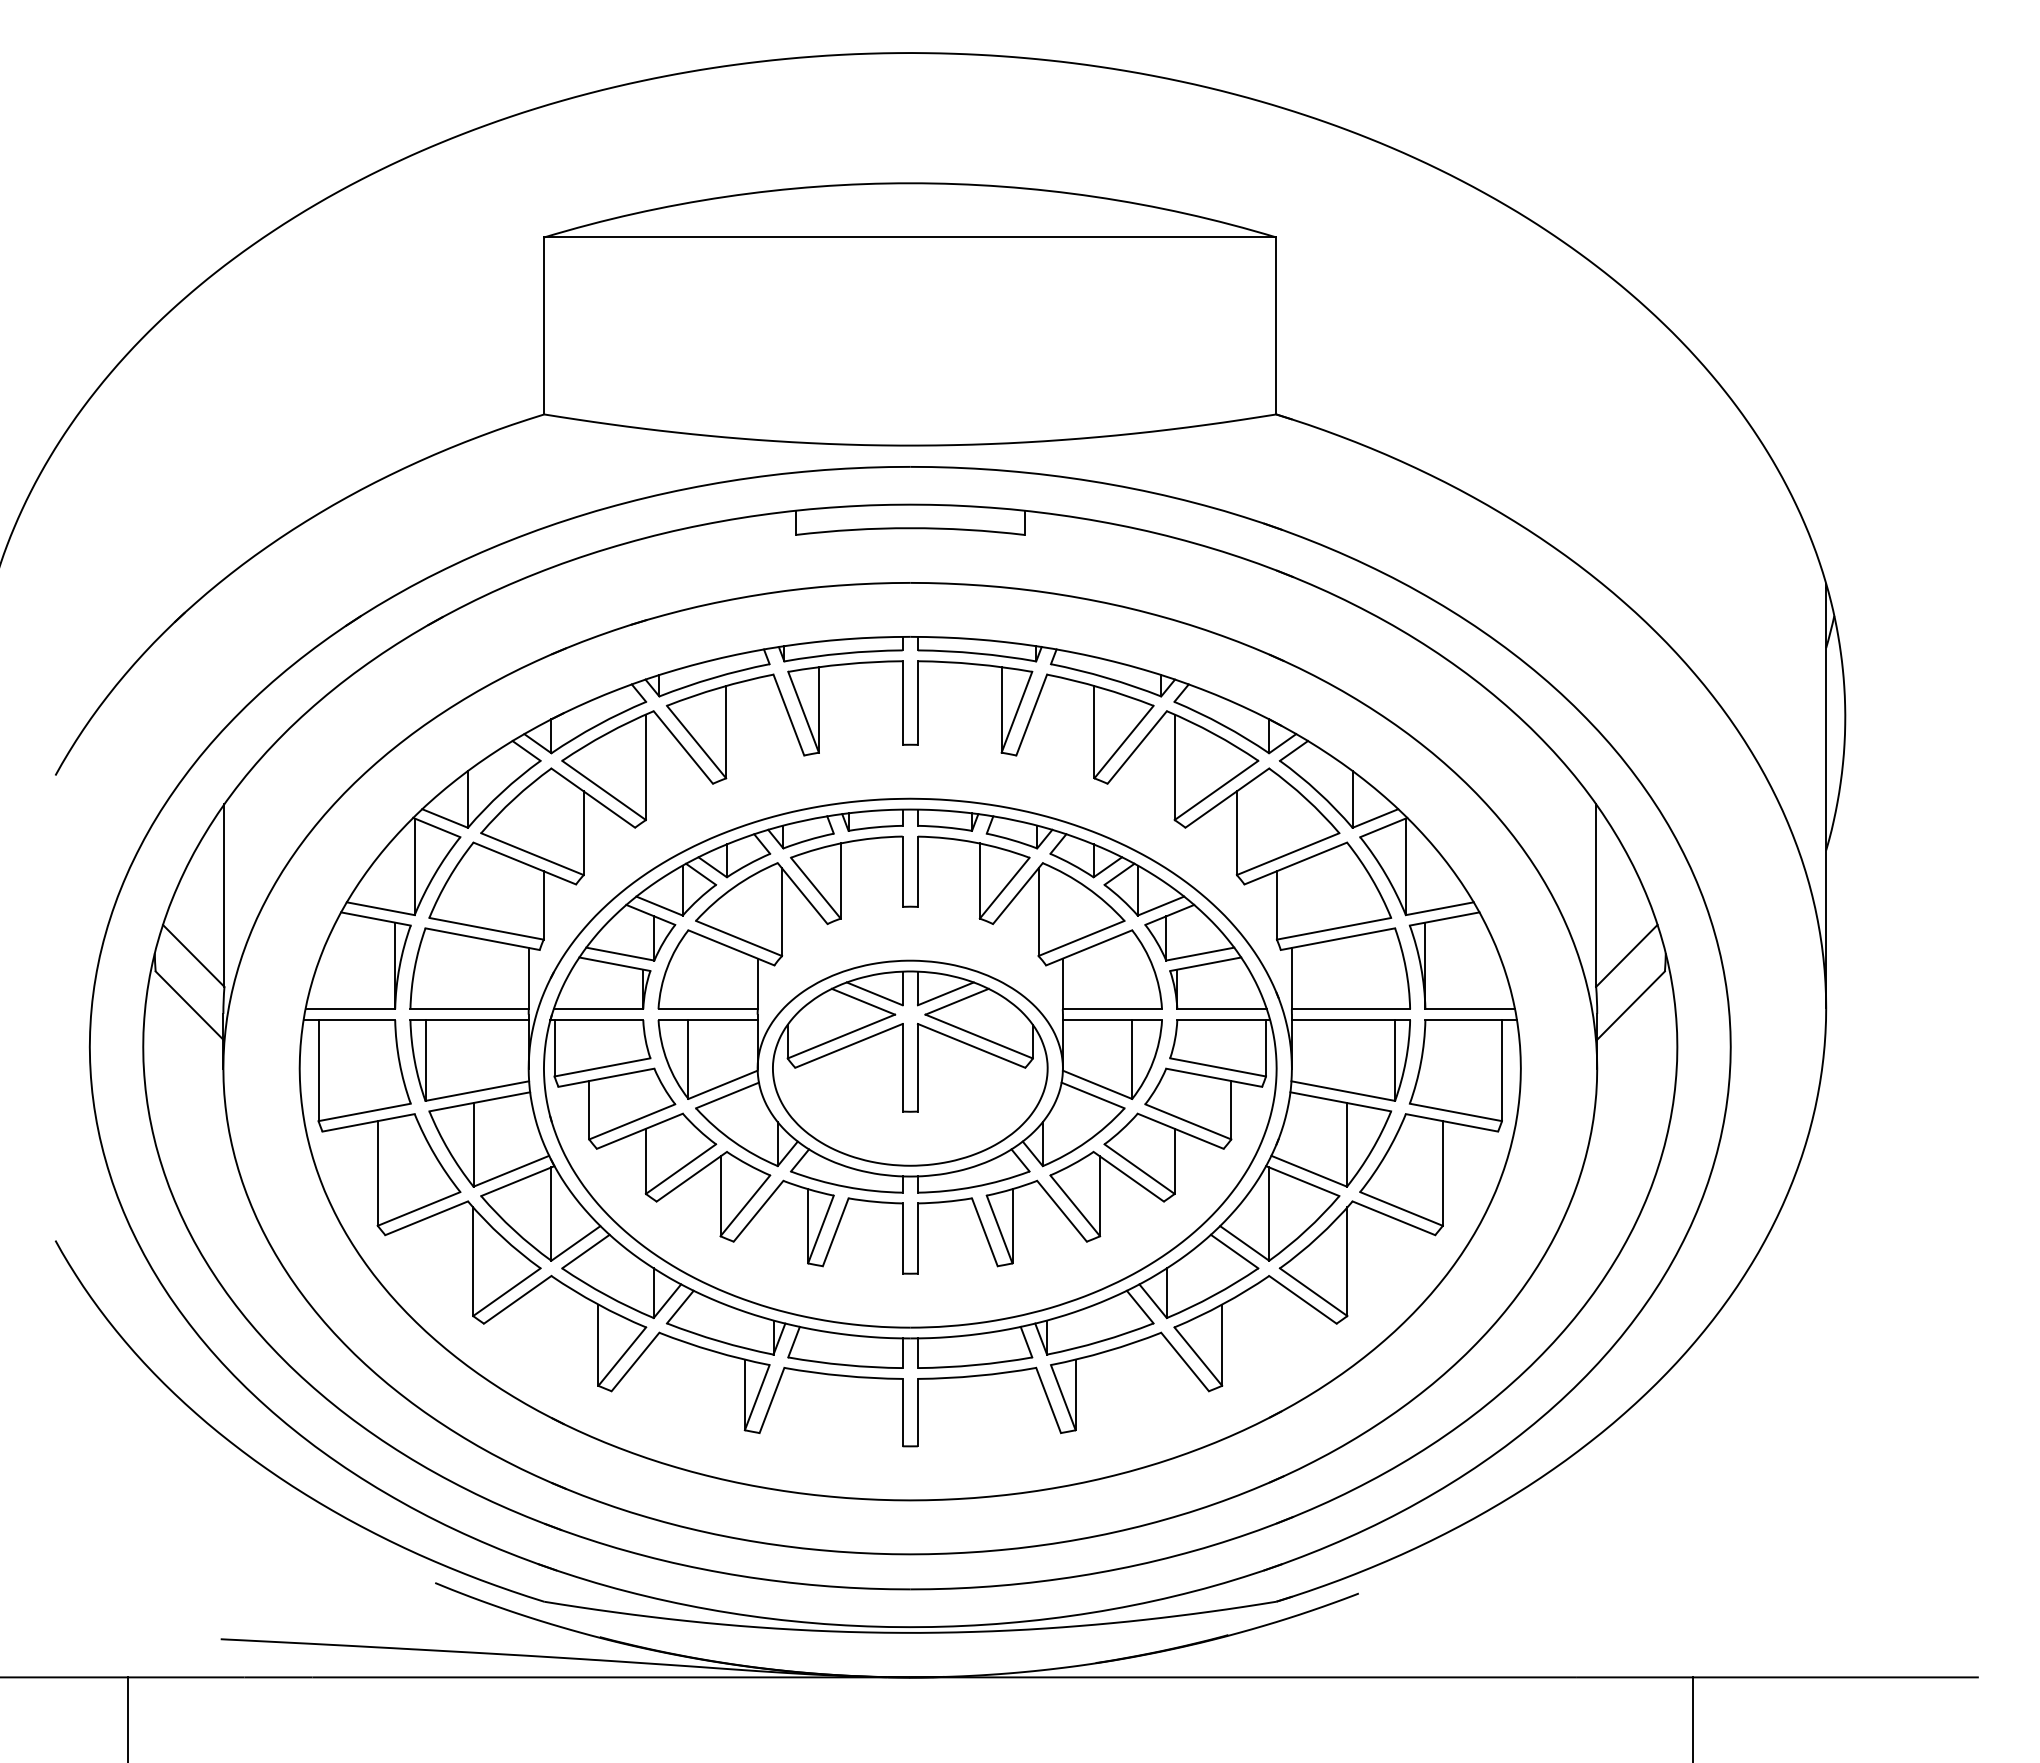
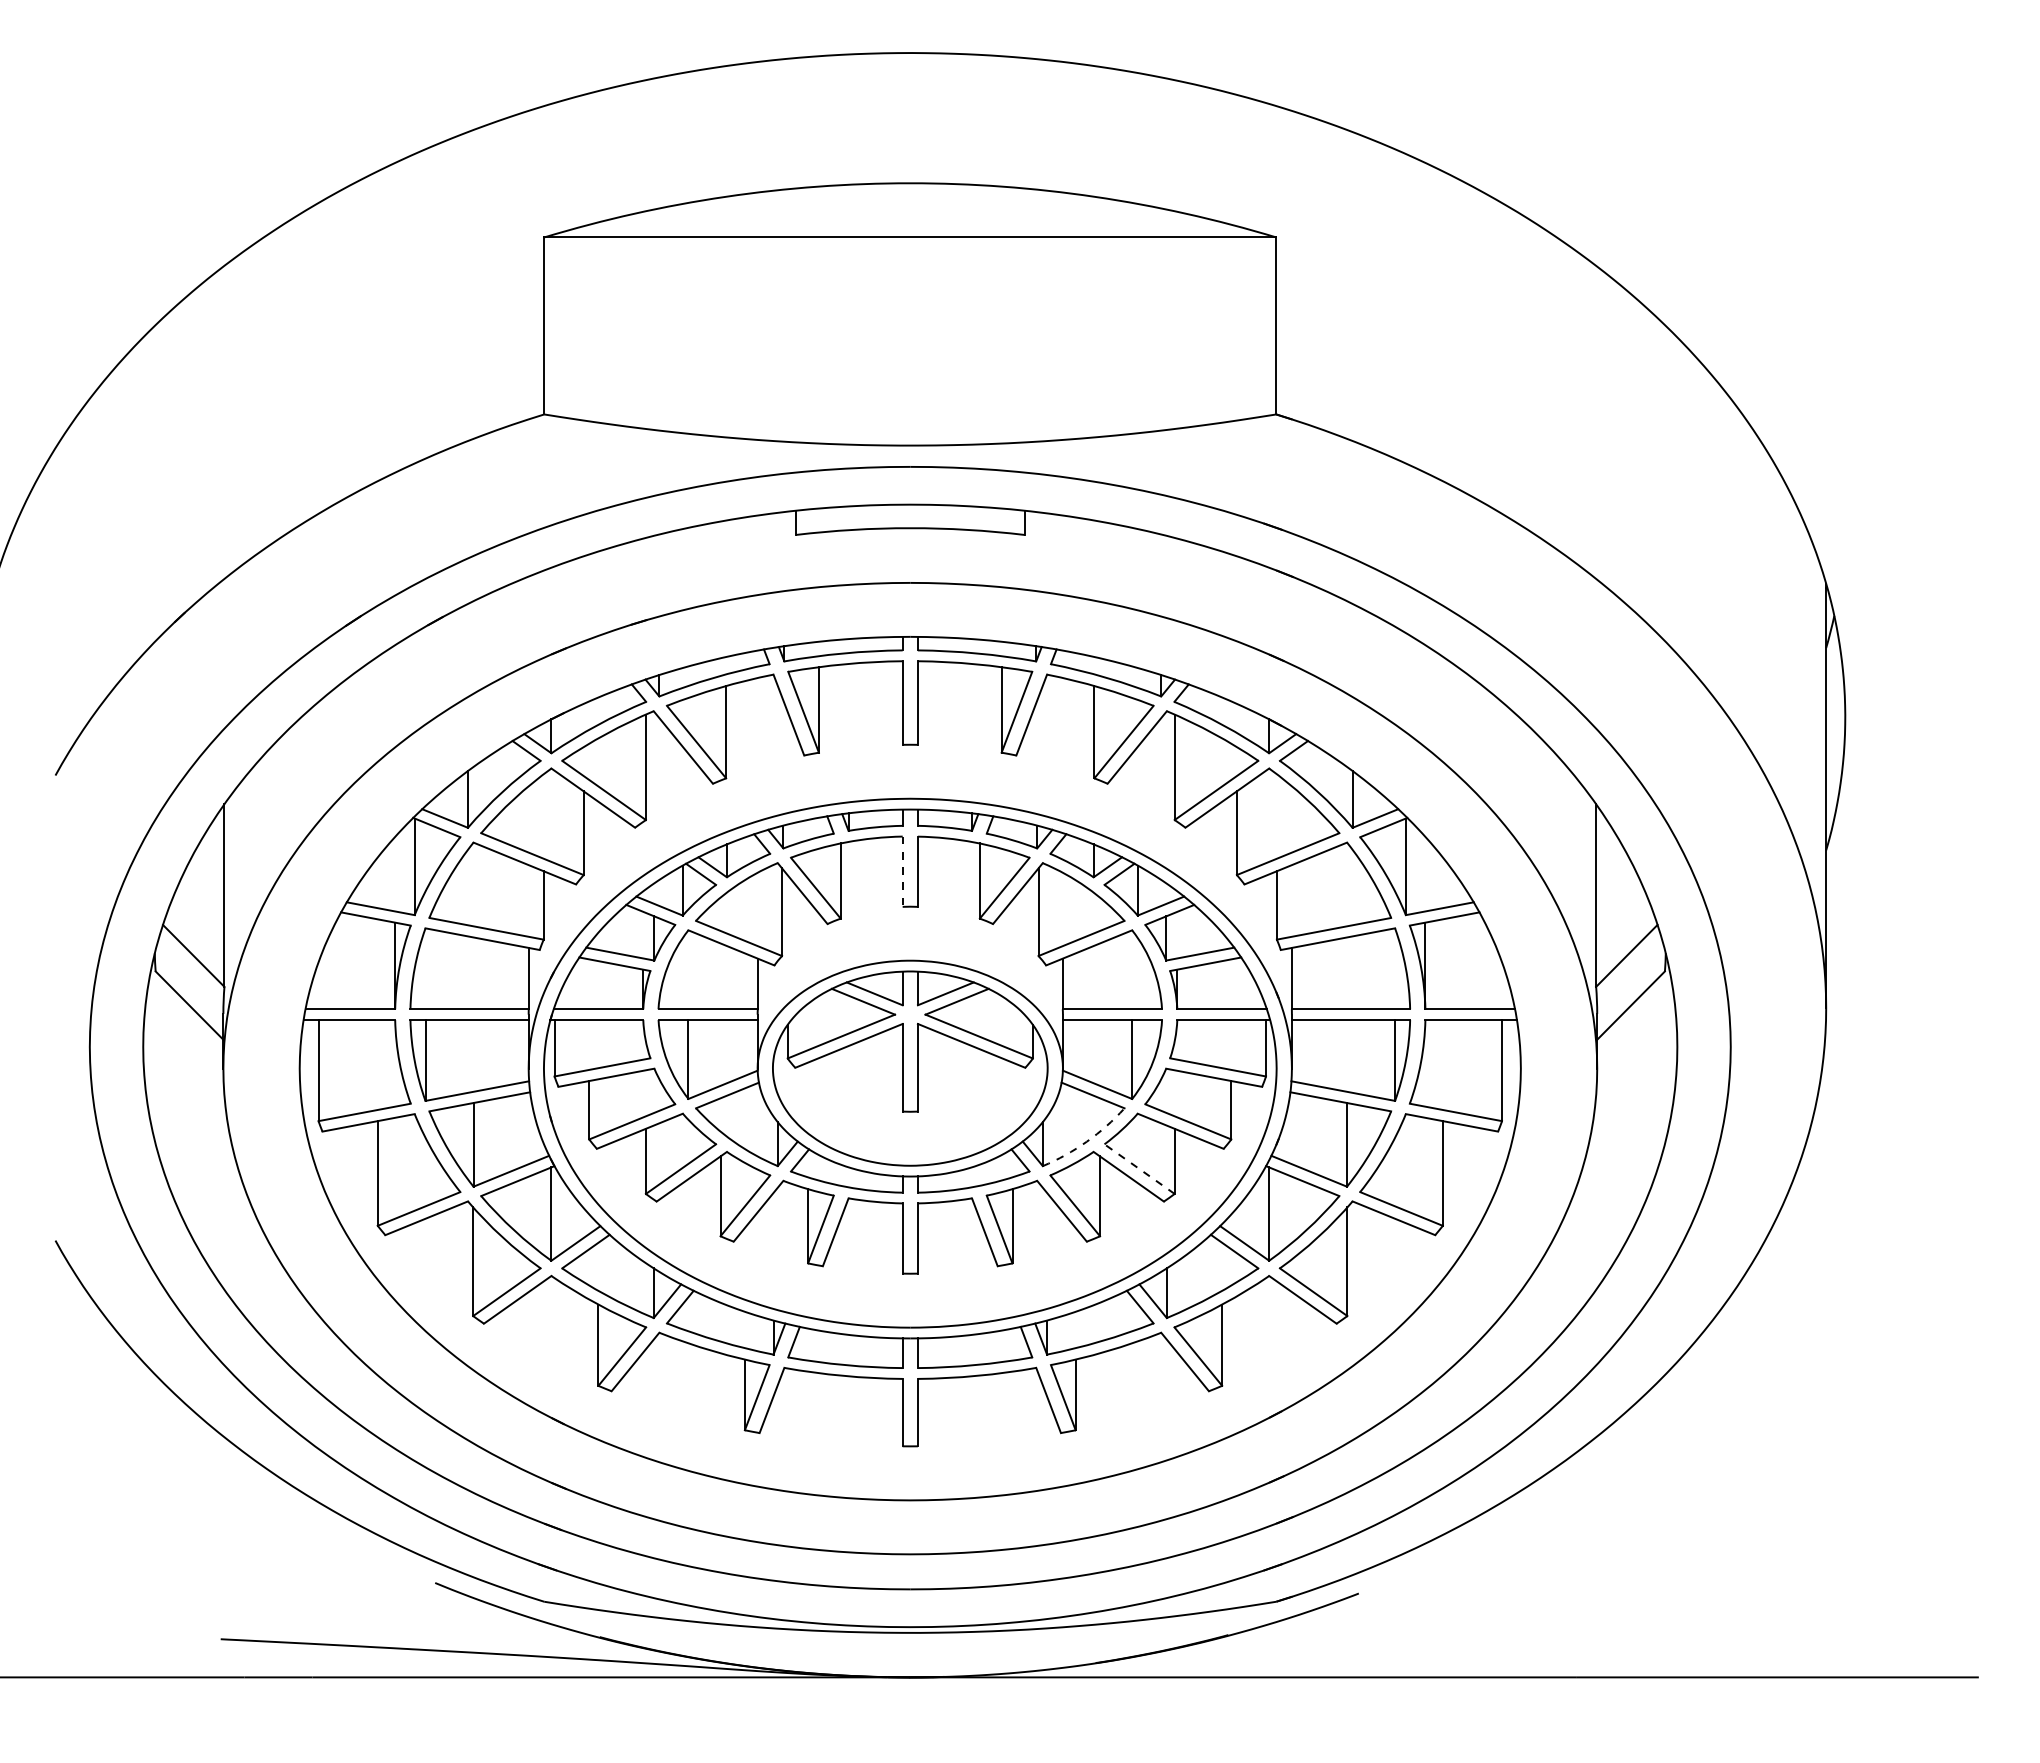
line at (902, 872): solid -> dashed
arc at (1086, 1141): solid -> dashed
line at (1139, 1169): solid -> dashed
line at (127, 1718): present -> none
line at (1692, 1718): present -> none
